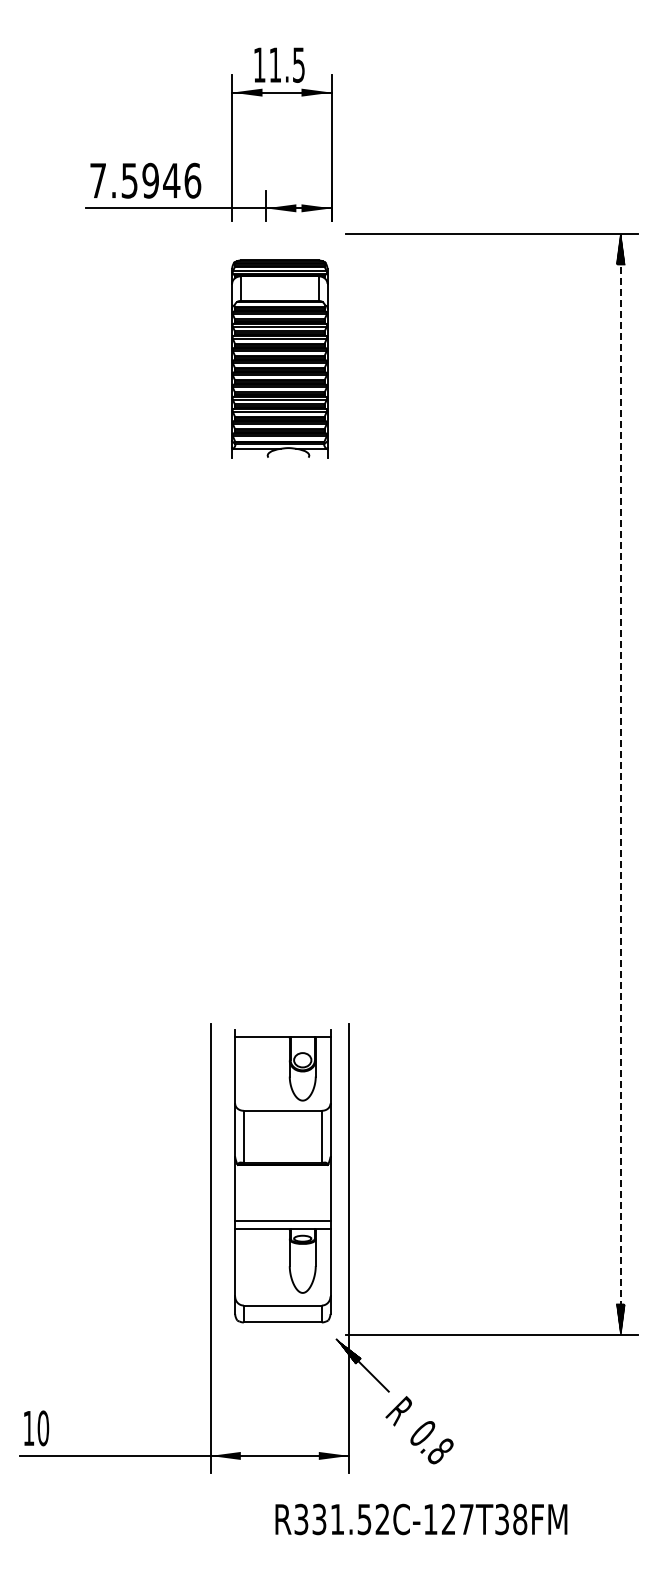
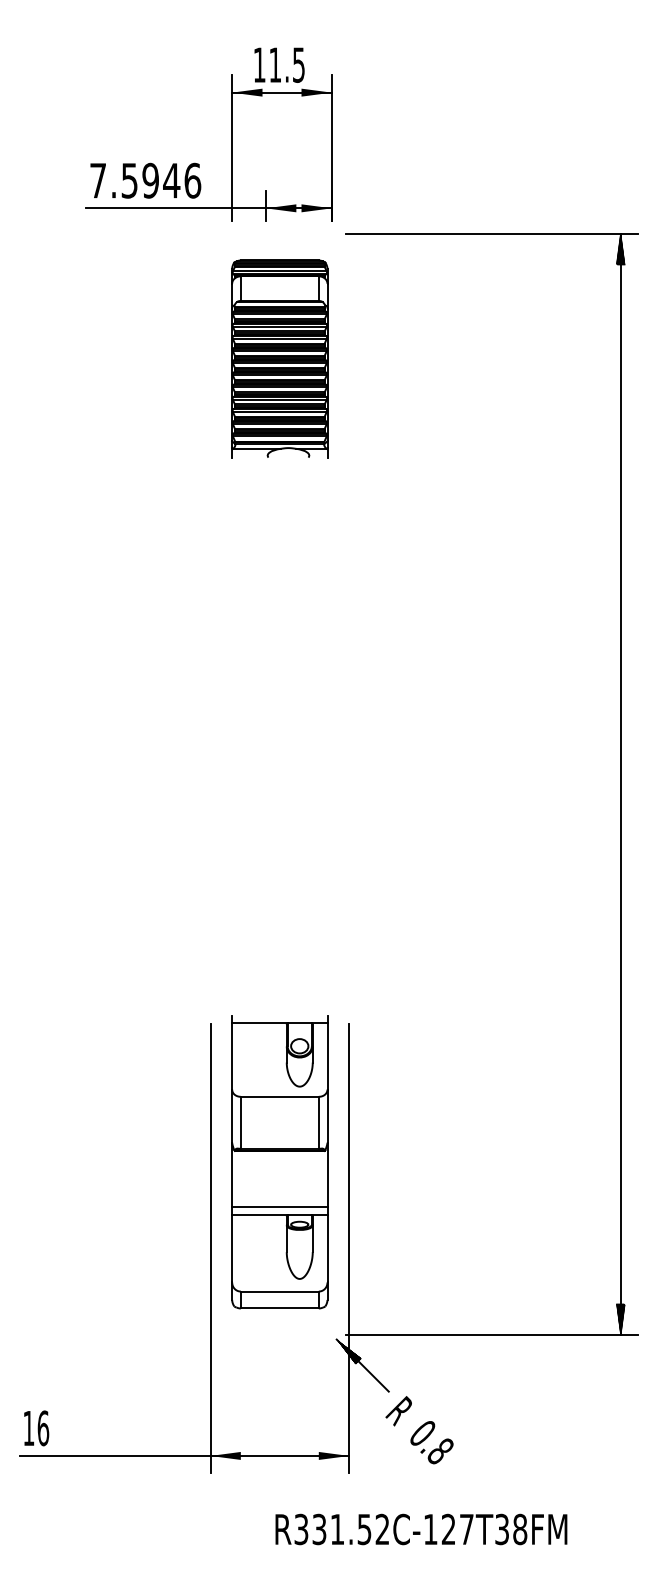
line at (620, 784): dashed -> solid
part at (282, 1176) position: (282, 1176) -> (279, 1162)
text at (43, 1428): 10 -> 16
text at (421, 1519) position: (421, 1519) -> (421, 1529)
